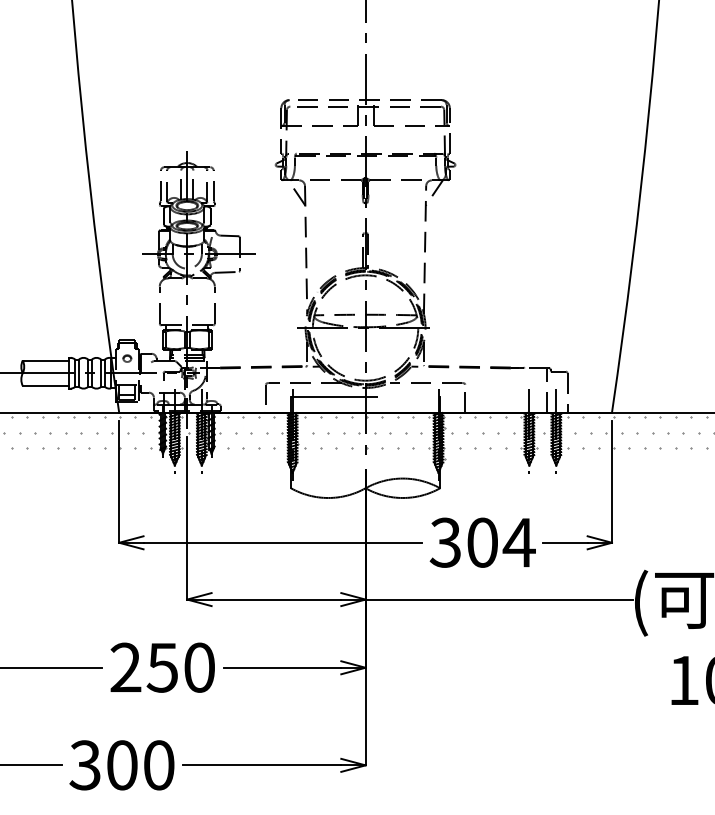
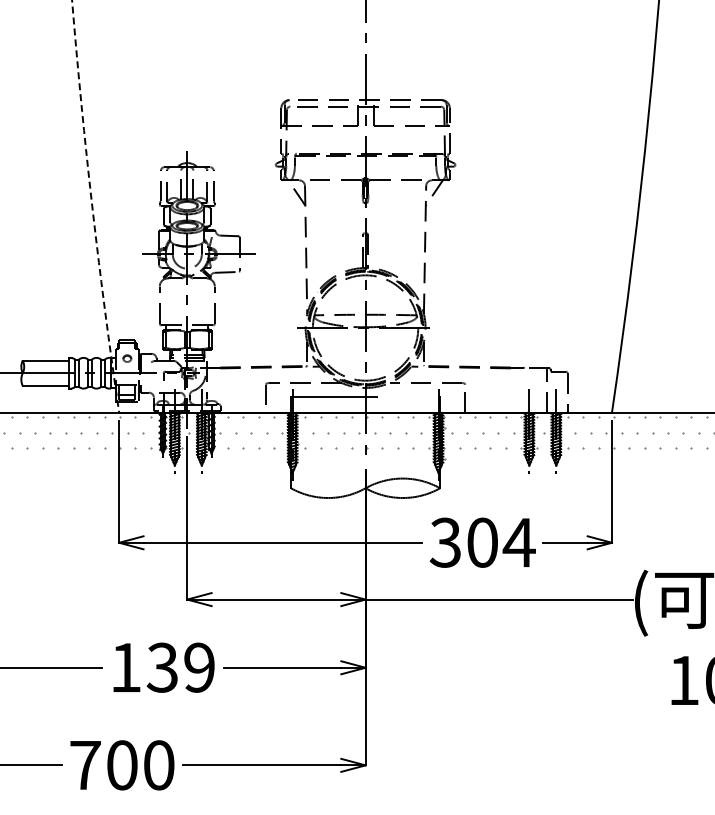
arc at (92, 206): solid -> dashed
text at (162, 667): 250 -> 139
text at (84, 765): 300 -> 700
